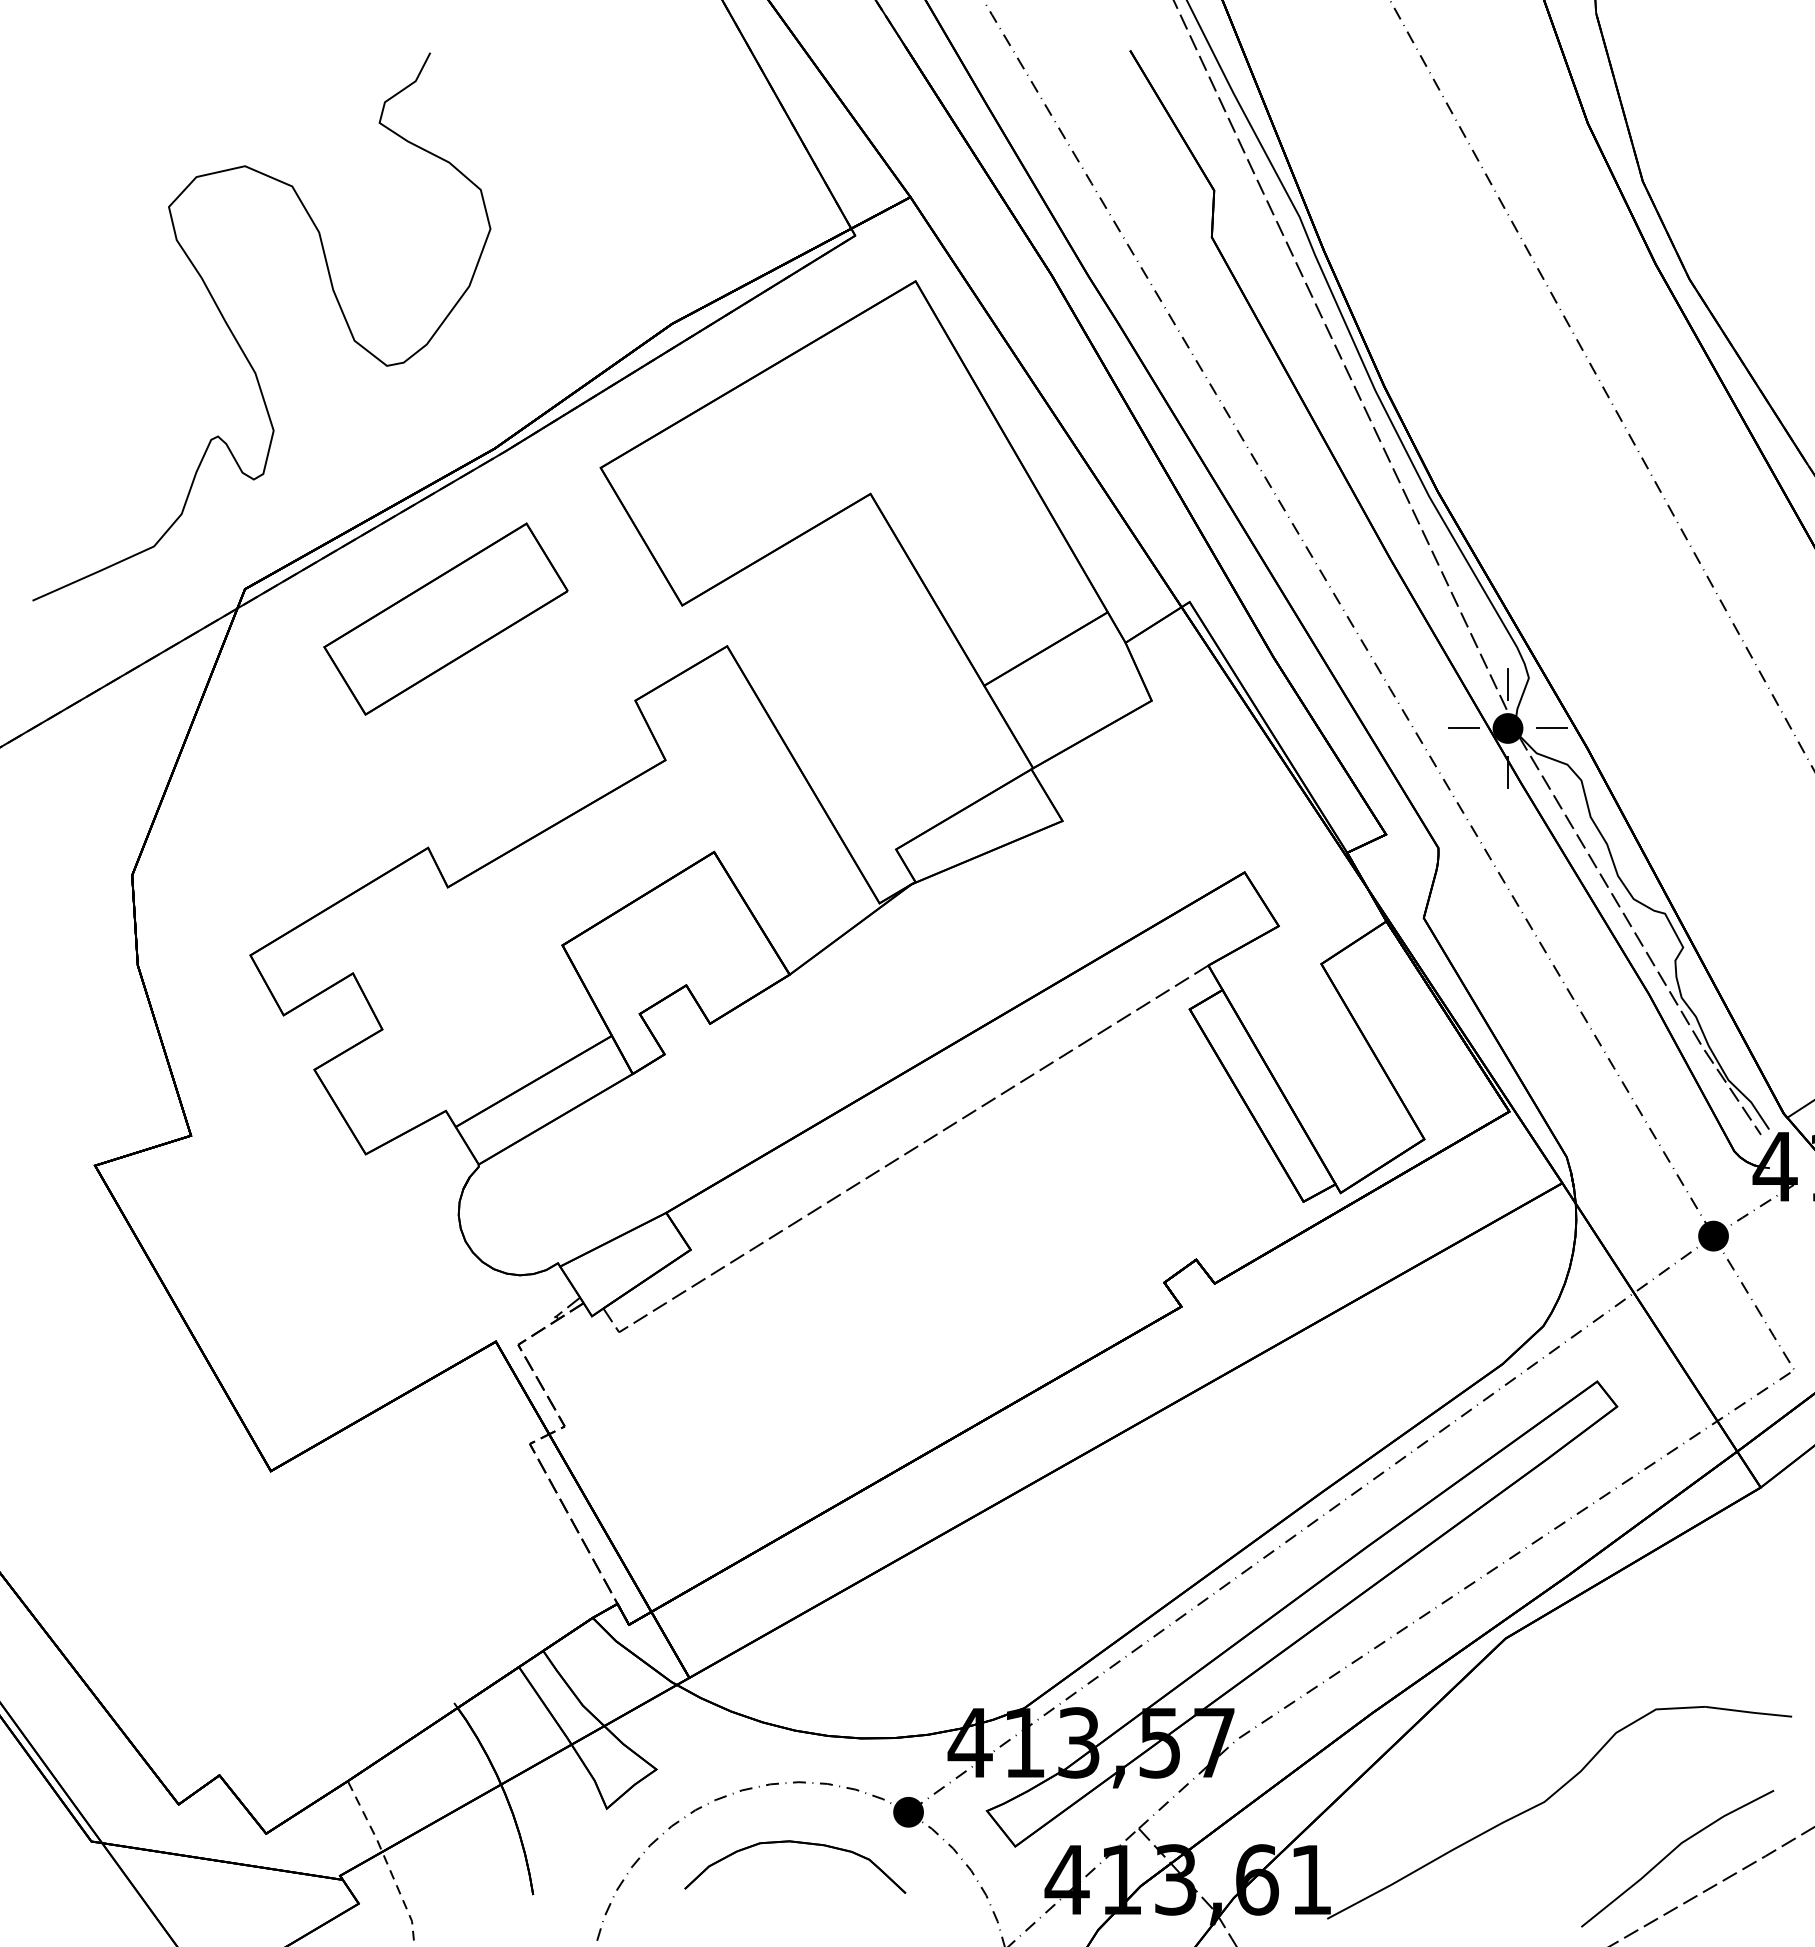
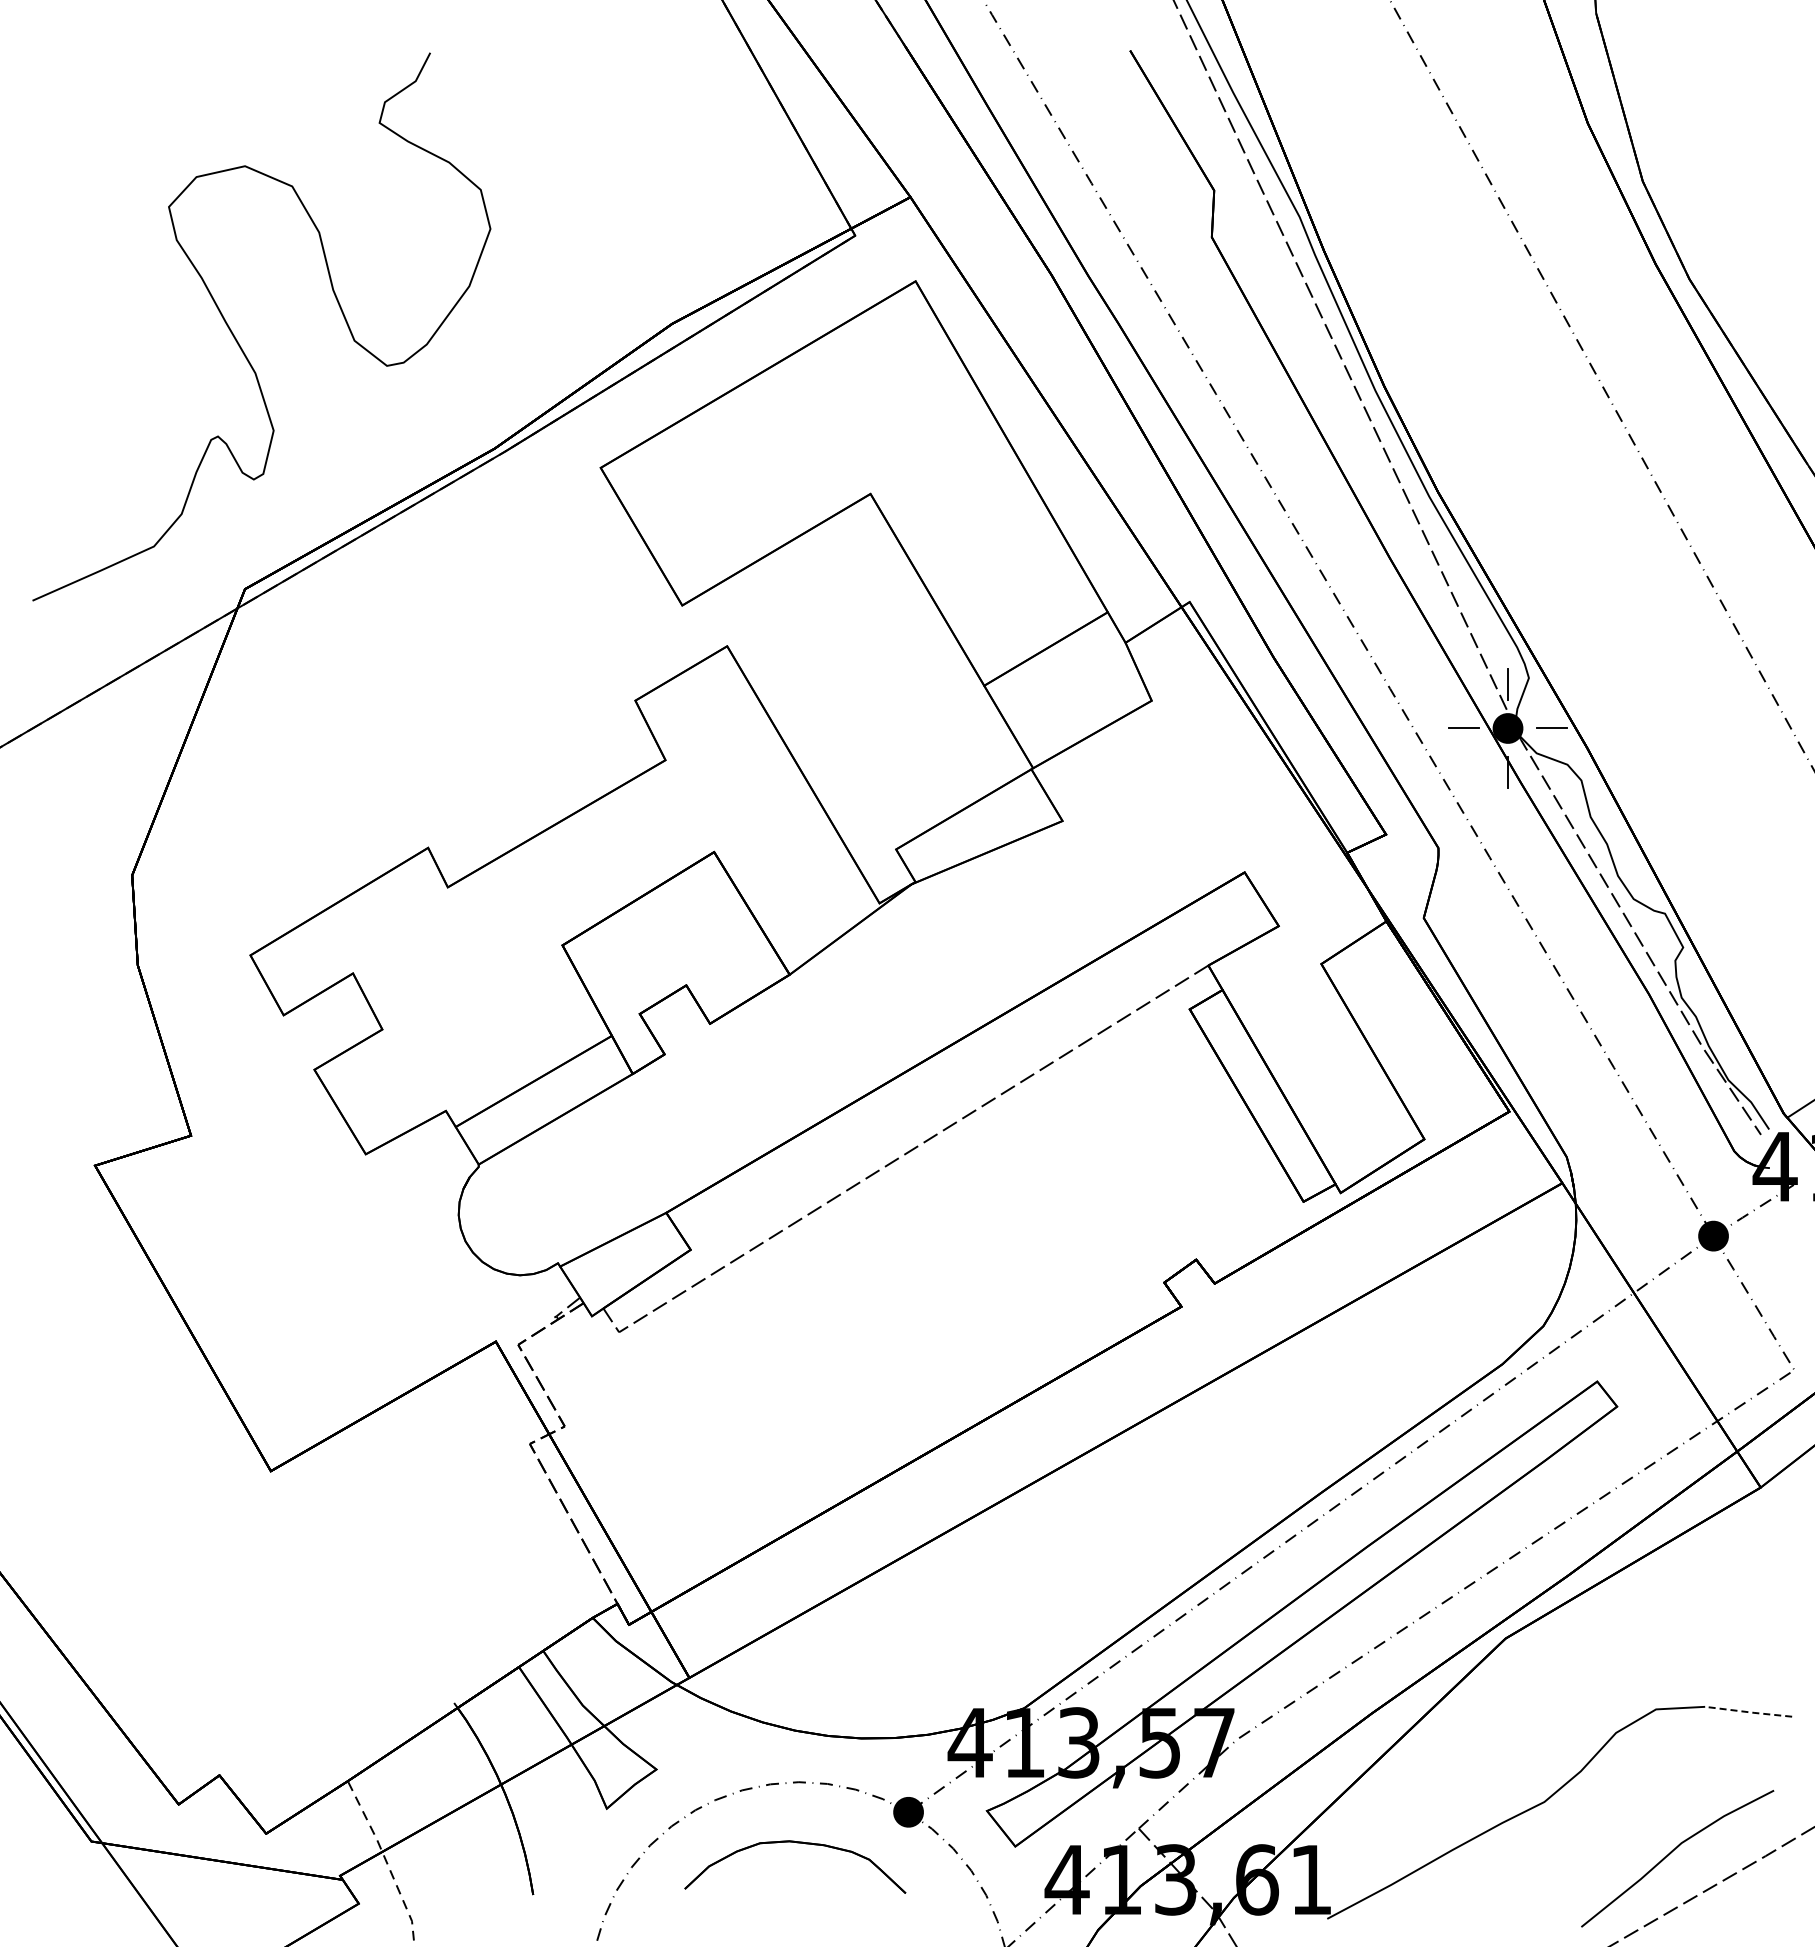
part at (445, 618): present -> none
line at (1749, 1712): solid -> dashed
